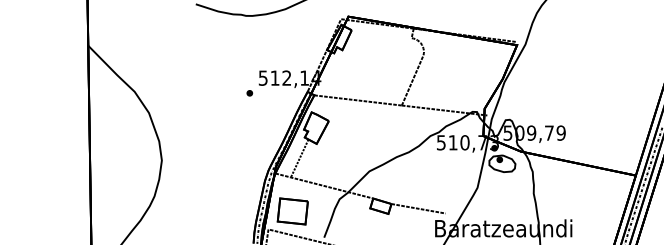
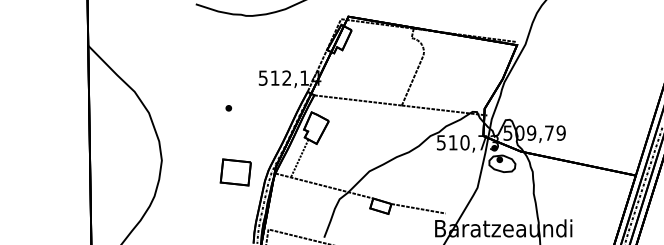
part at (249, 93) position: (249, 93) -> (228, 108)
part at (292, 211) position: (292, 211) -> (235, 172)
